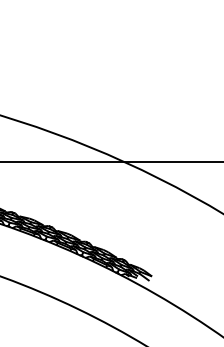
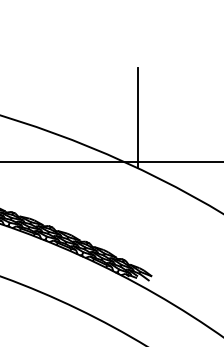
line at (138, 117): none -> present
